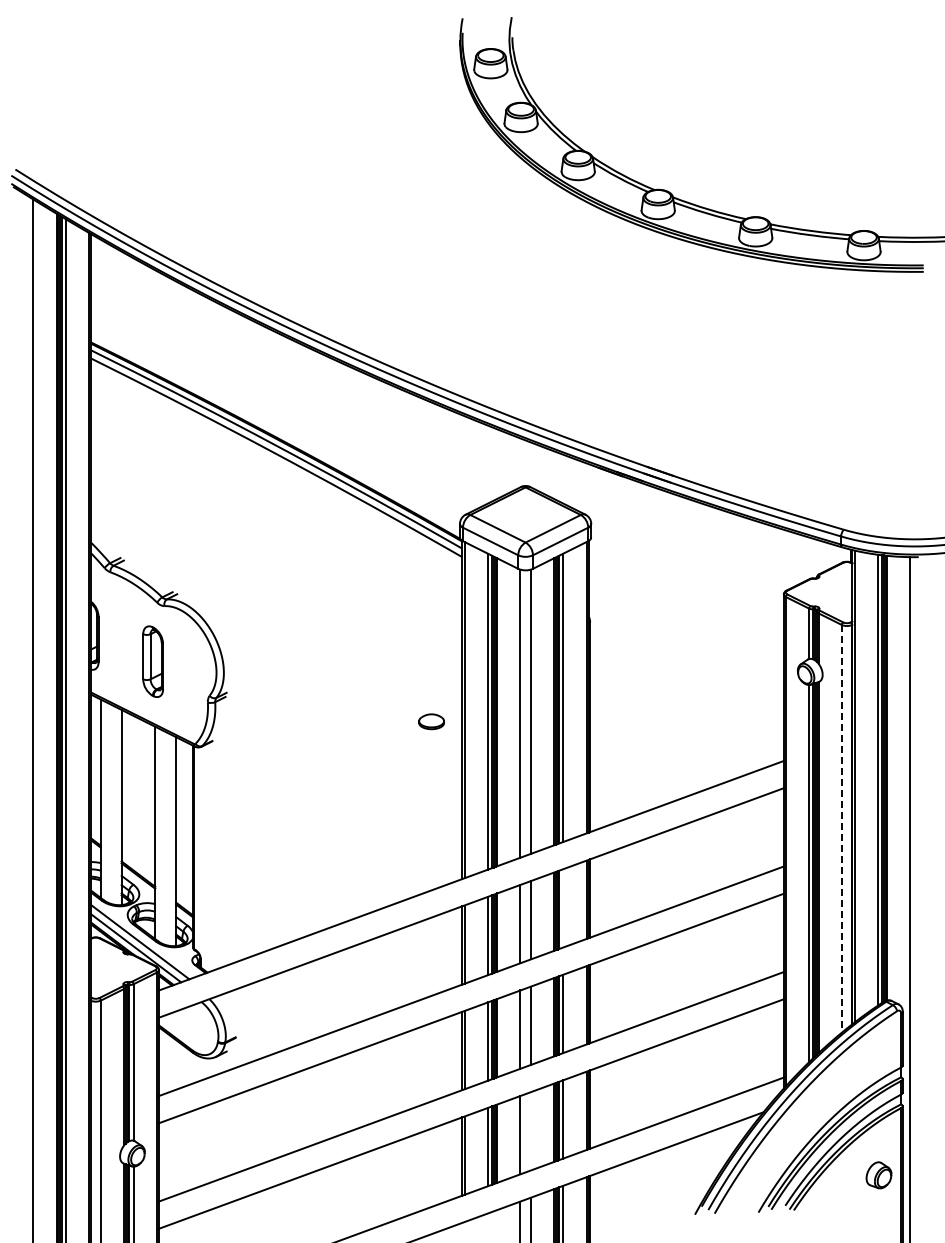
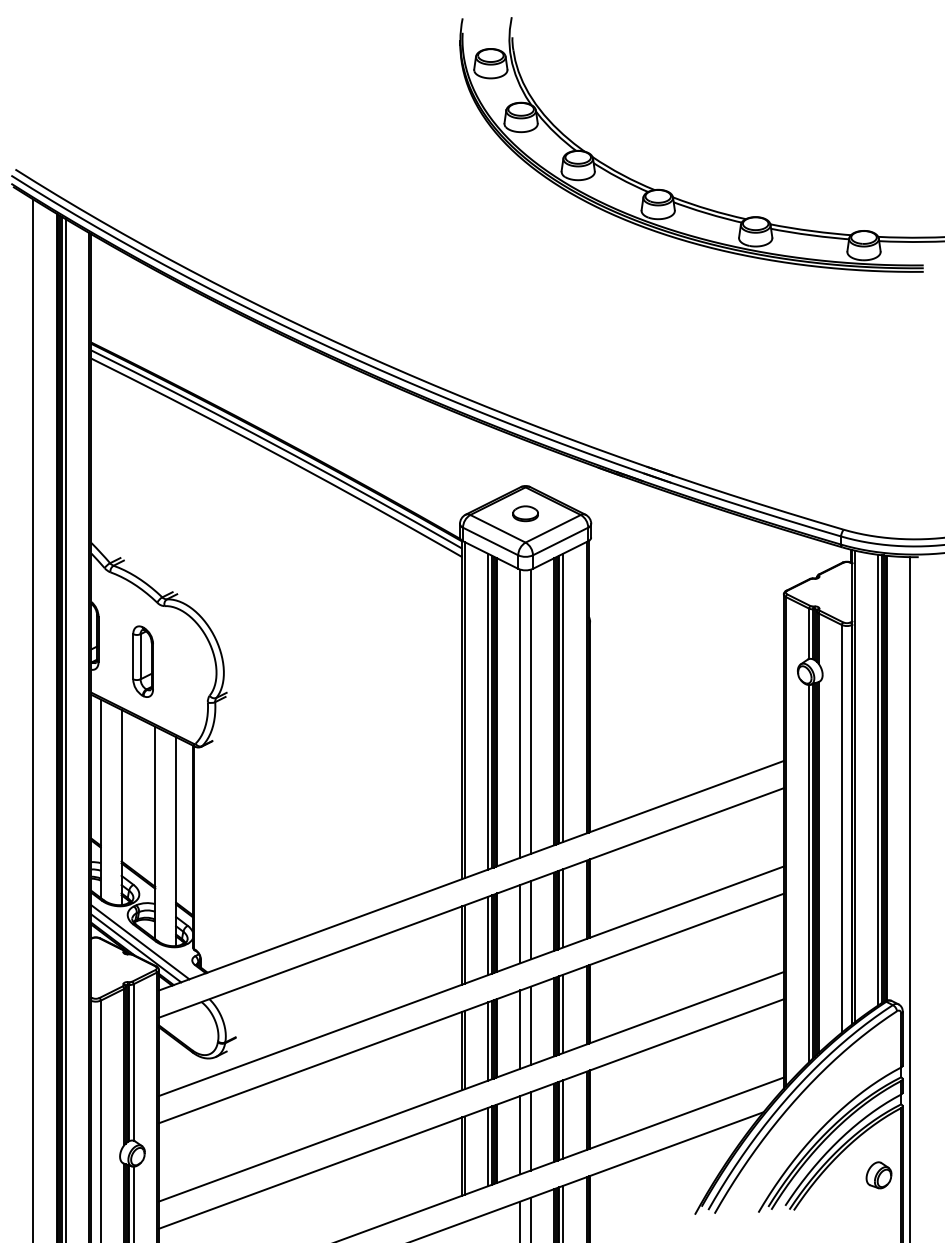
part at (152, 661) position: (152, 661) -> (142, 661)
part at (431, 721) position: (431, 721) -> (525, 513)
line at (841, 828): dashed -> solid
line at (563, 908): none -> present
line at (530, 1131): none -> present
